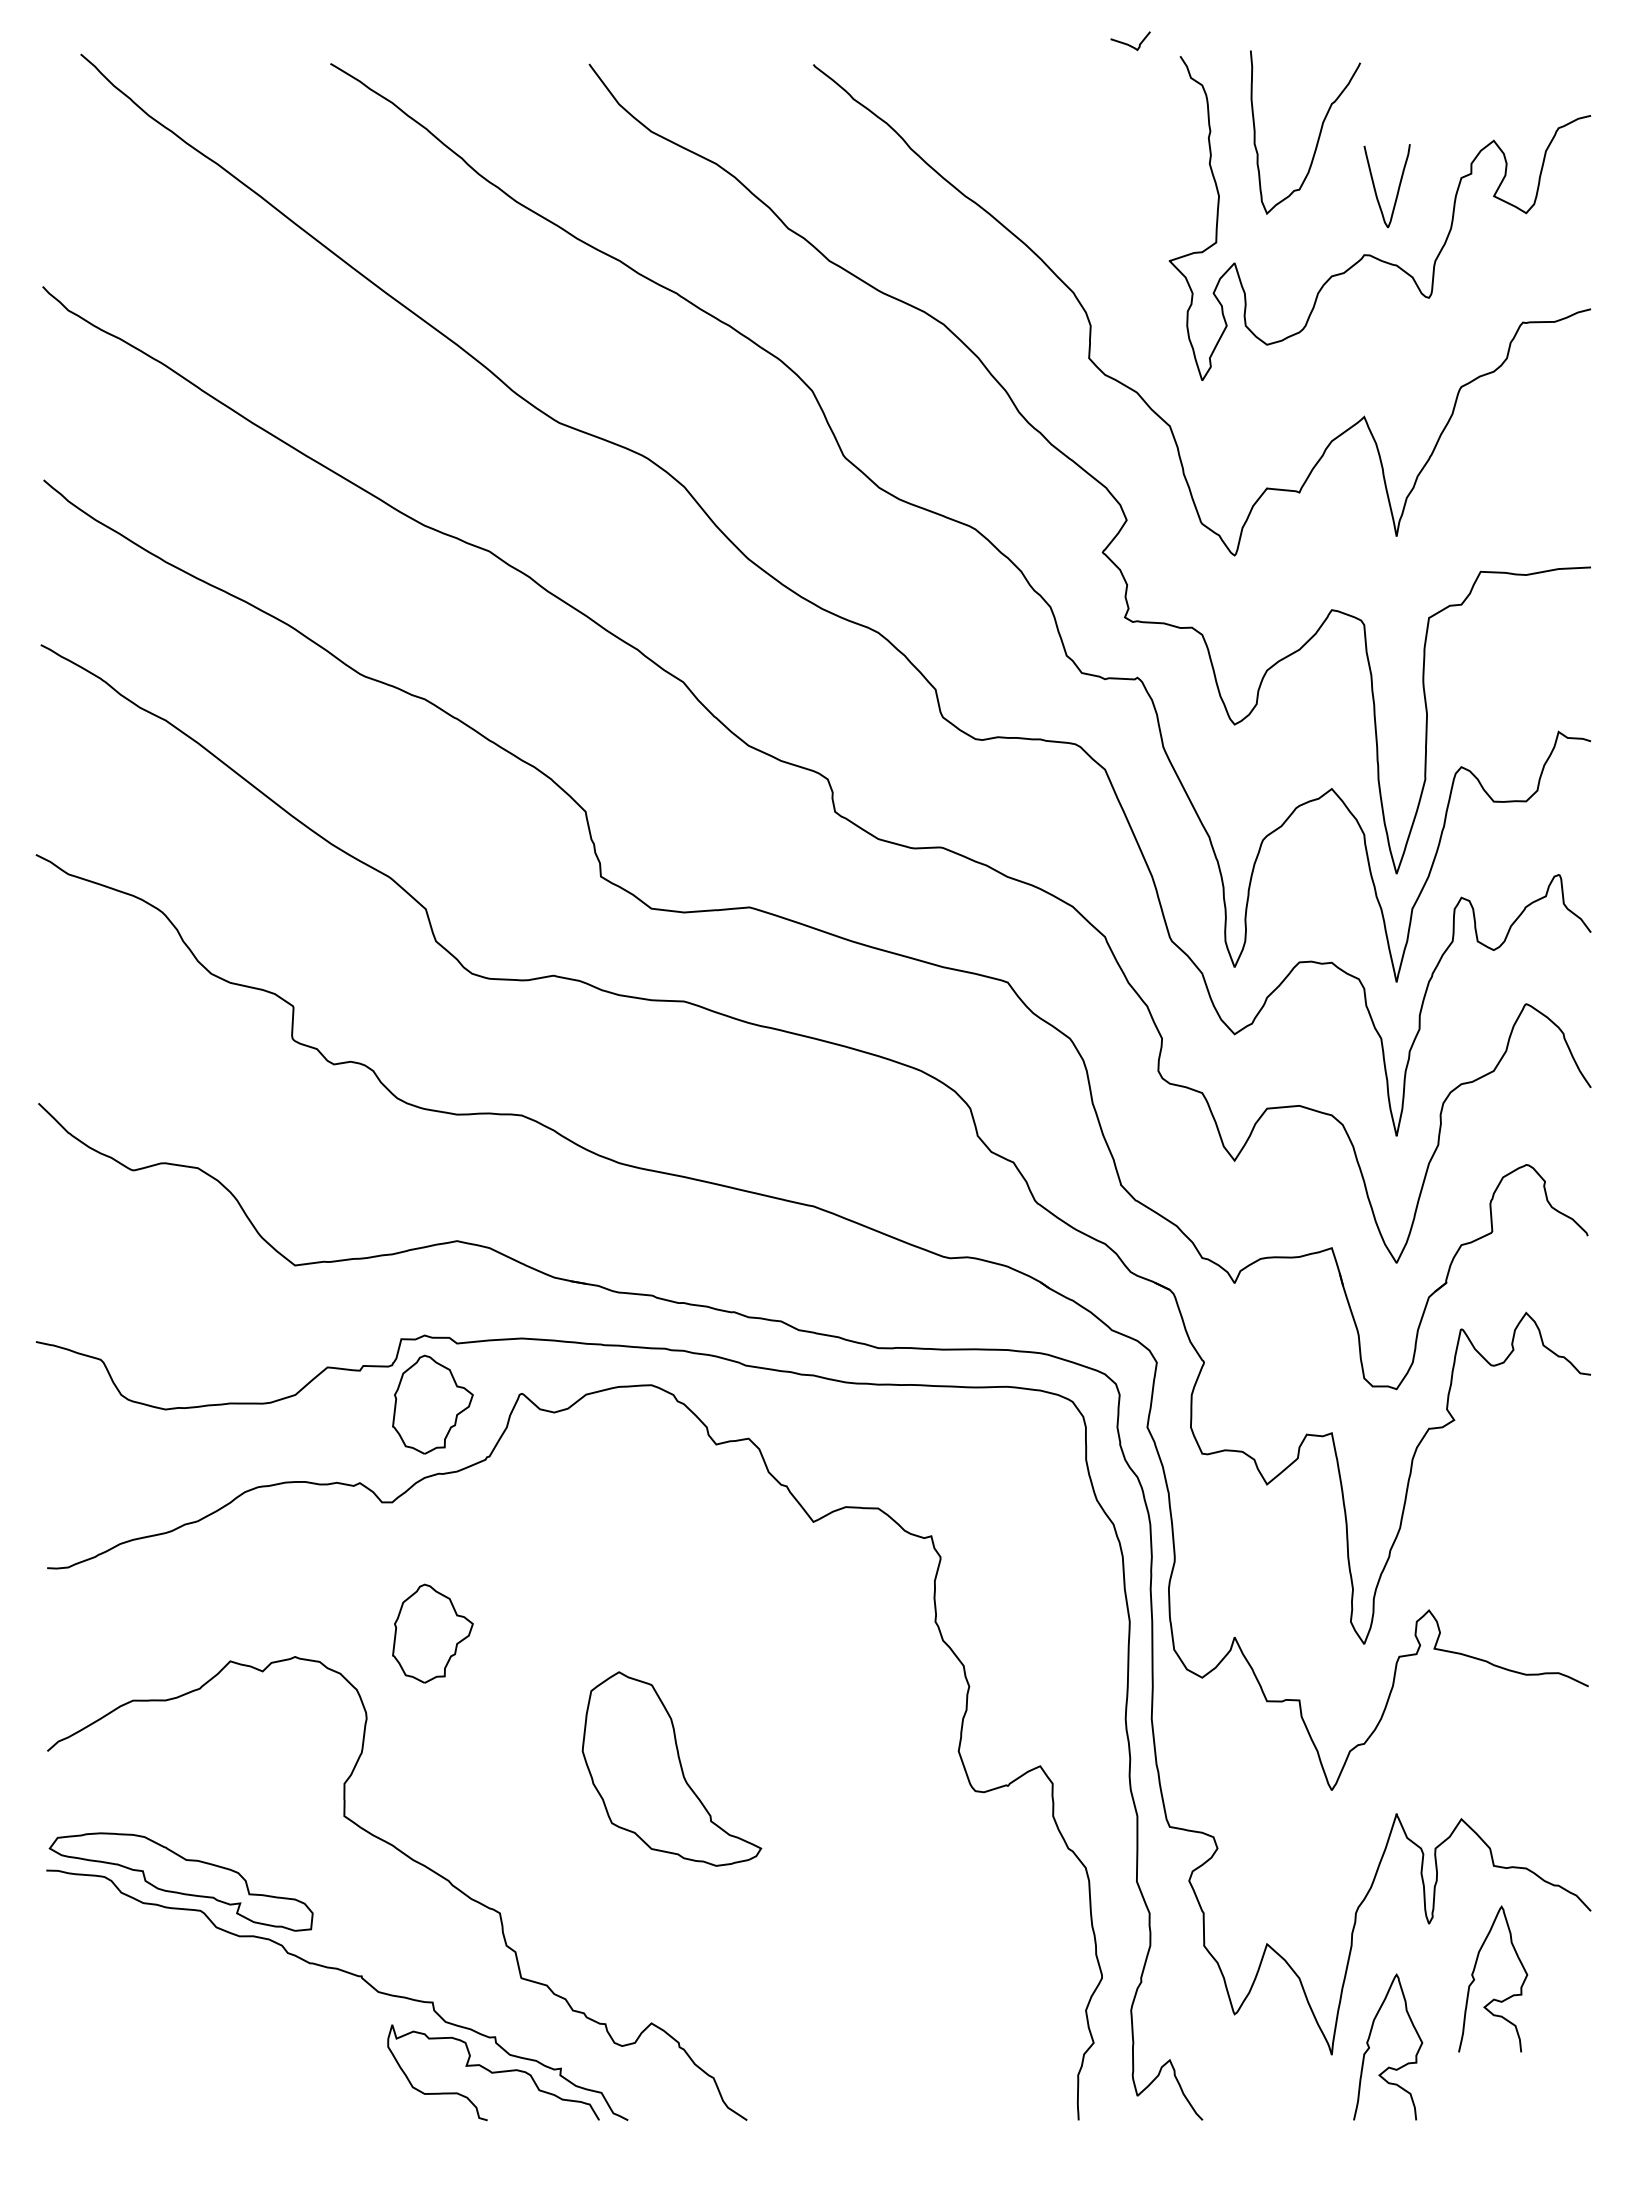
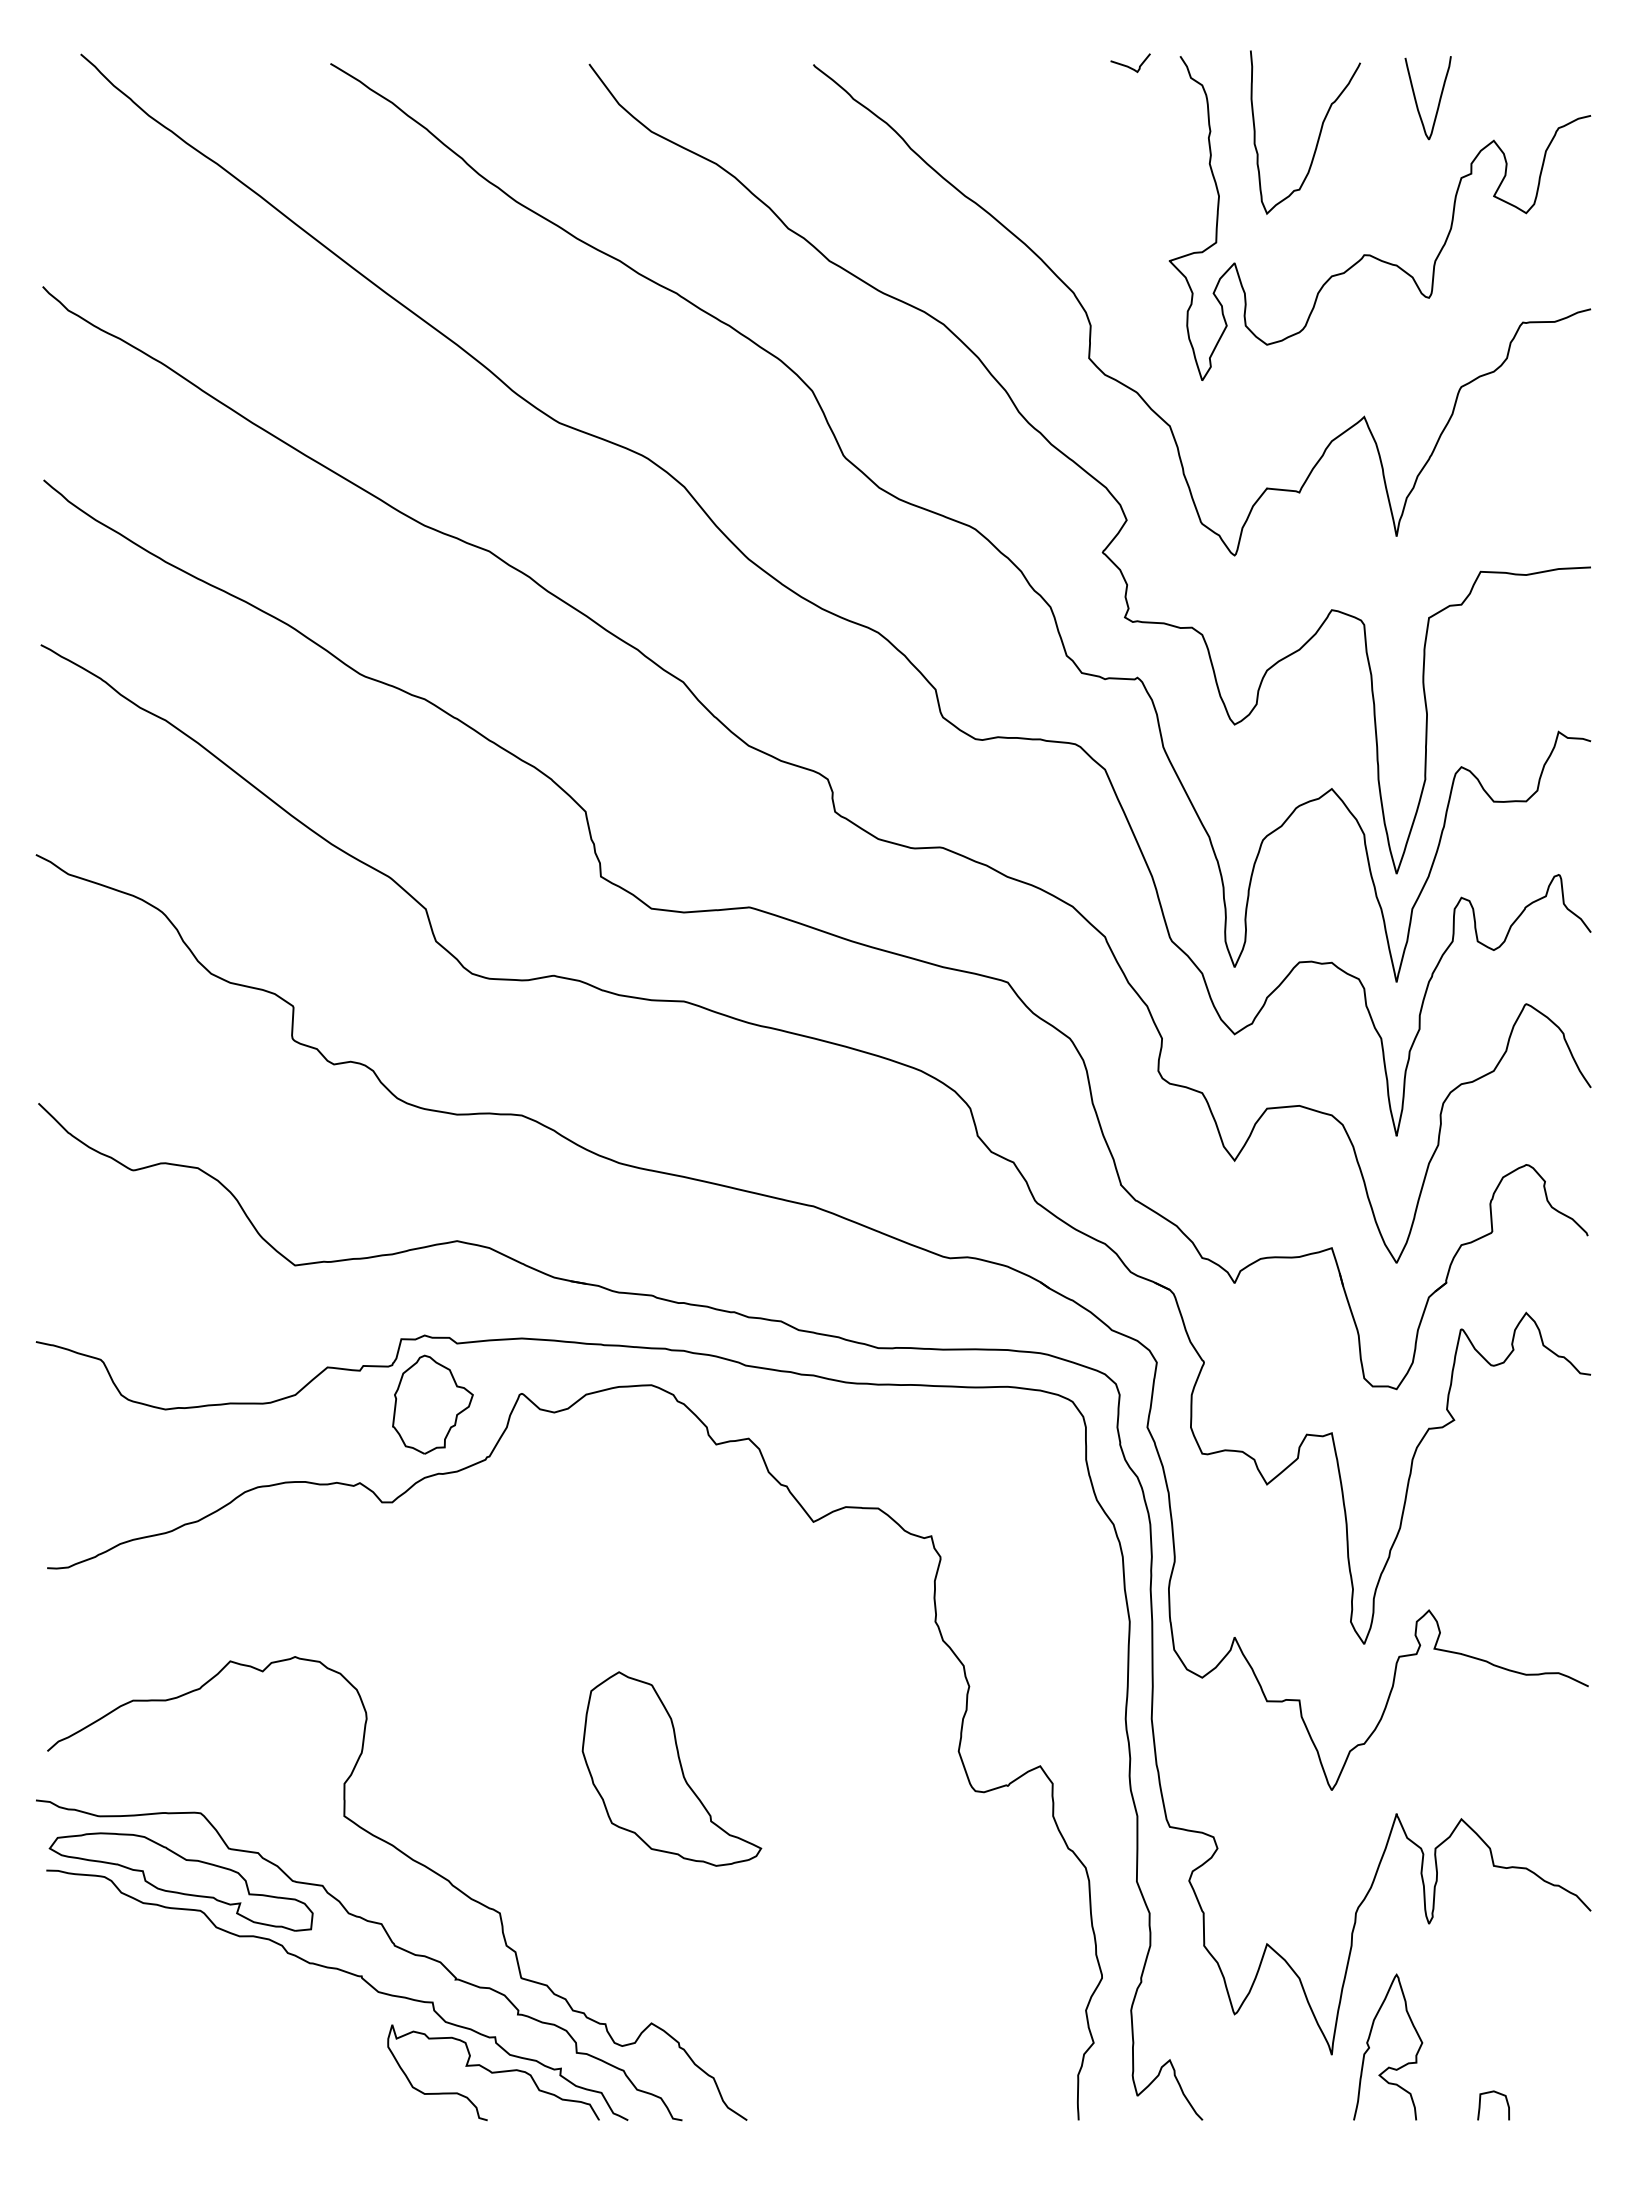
curve at (1129, 44) position: (1129, 44) -> (1129, 66)
curve at (1375, 187) position: (1375, 187) -> (1416, 99)
part at (432, 1633): present -> none
curve at (390, 1941): none -> present
curve at (1474, 1978): present -> none
curve at (1498, 2094): none -> present
